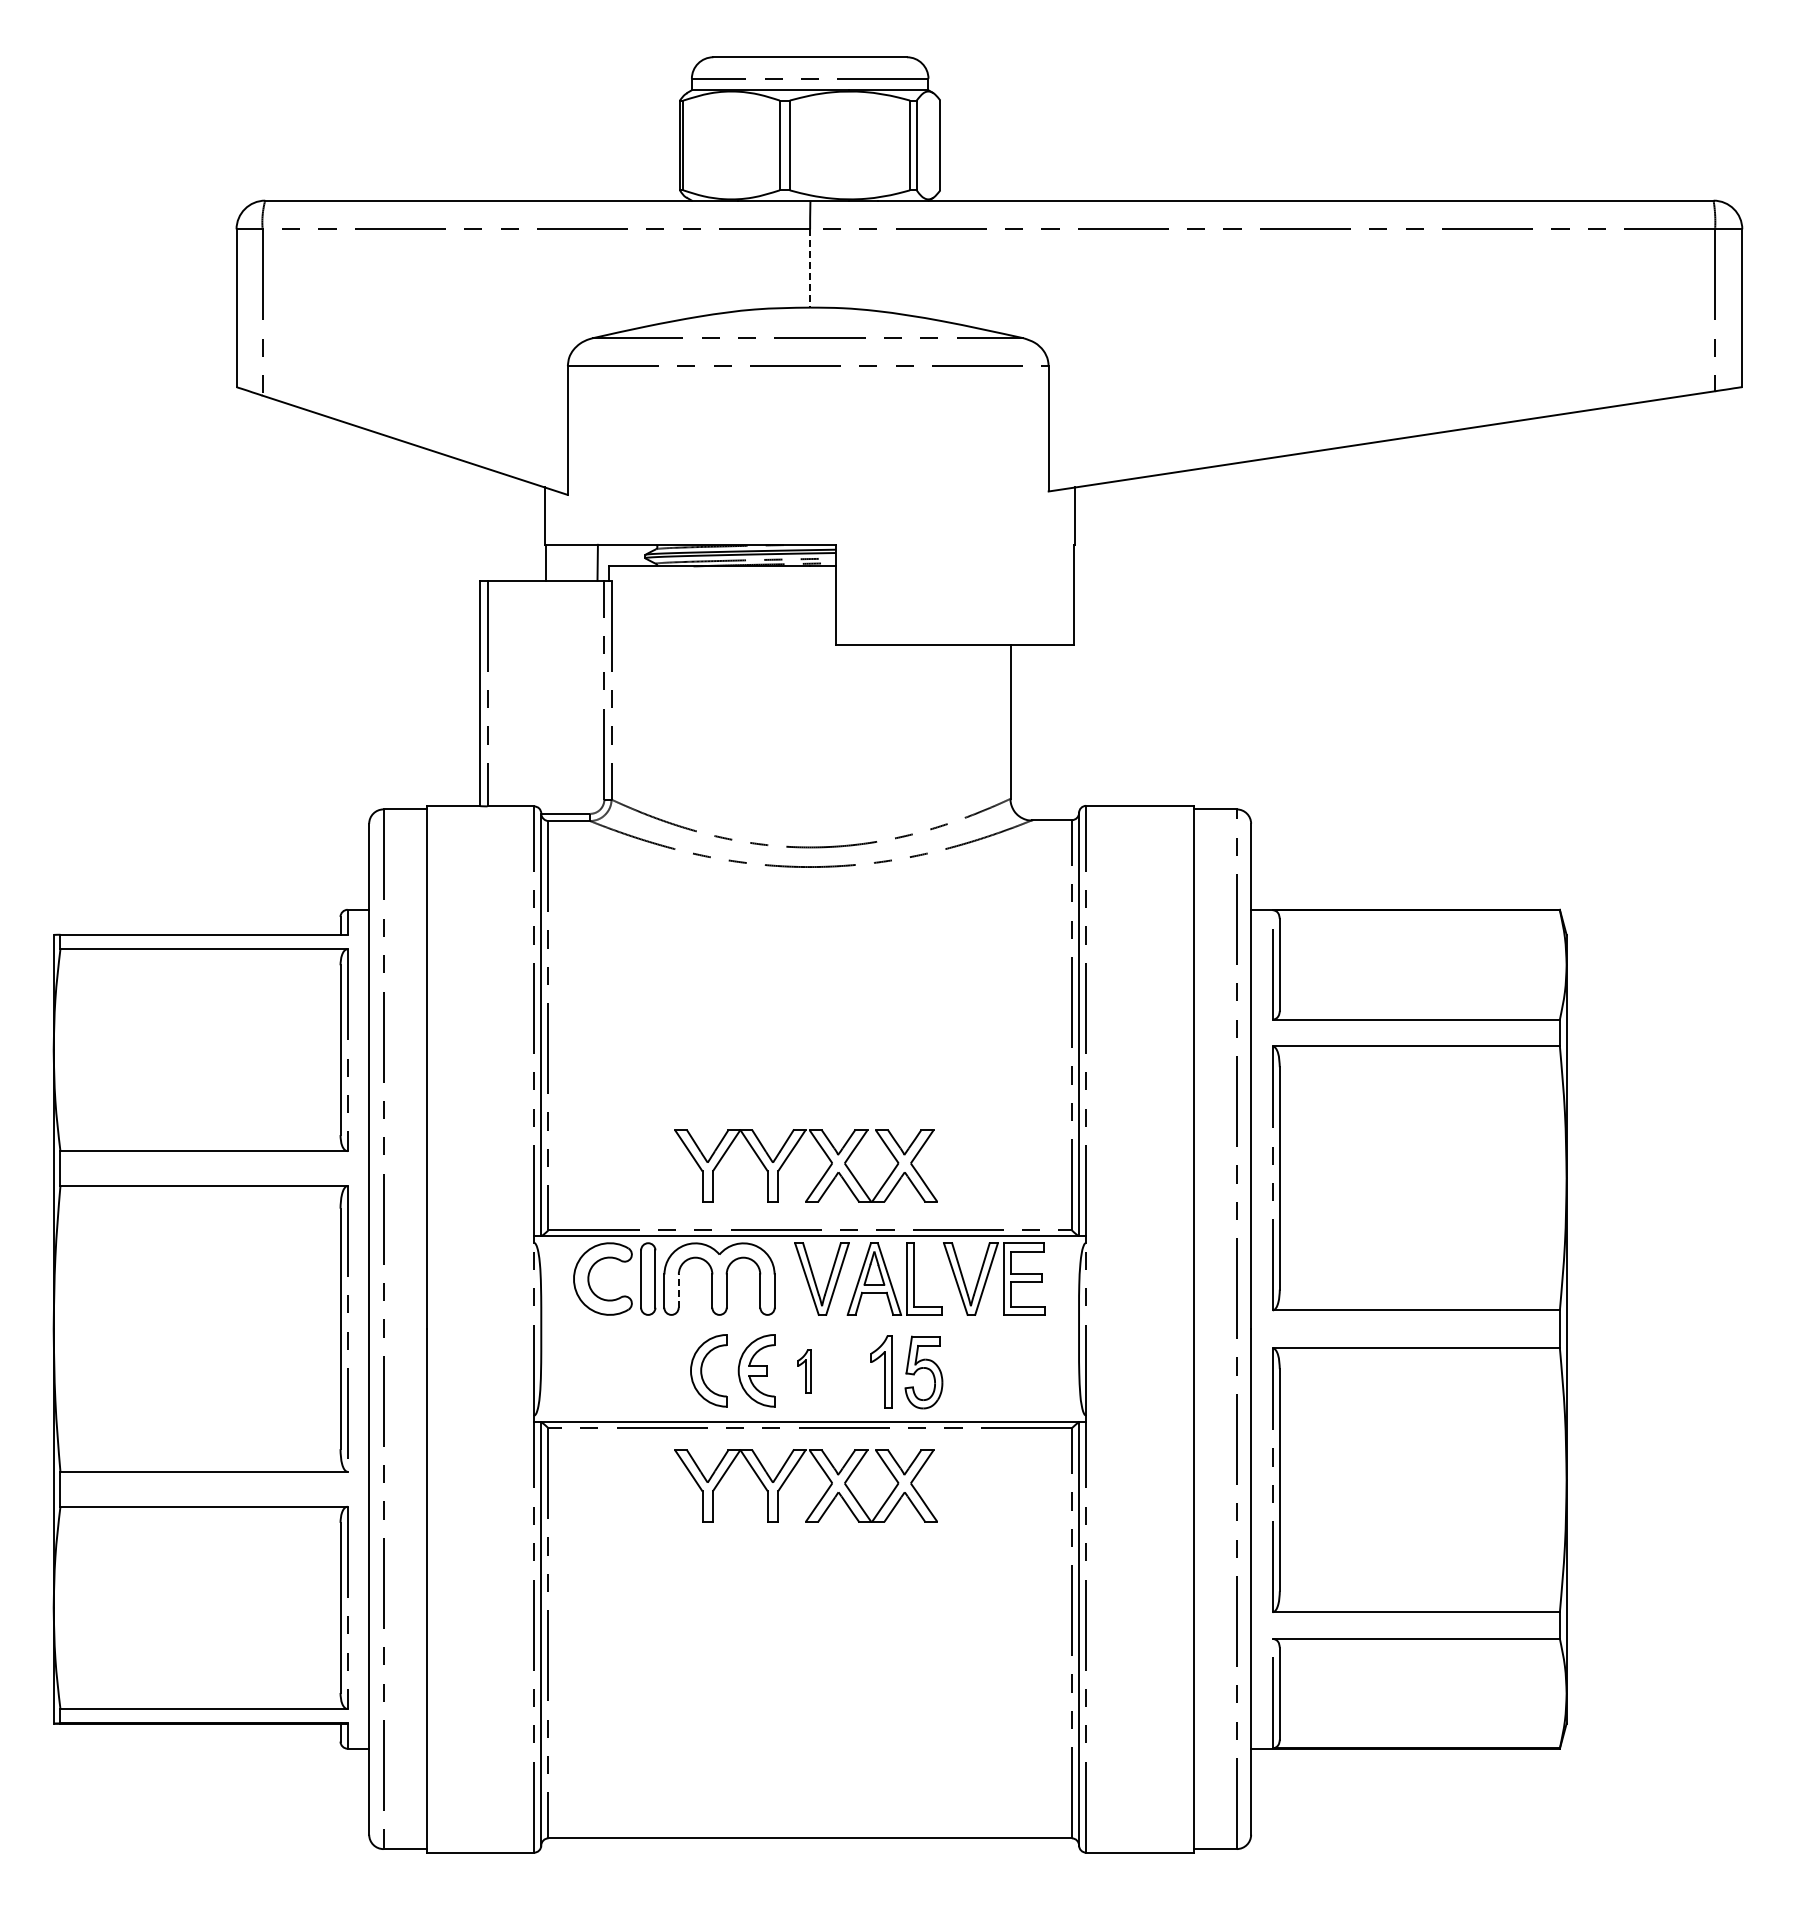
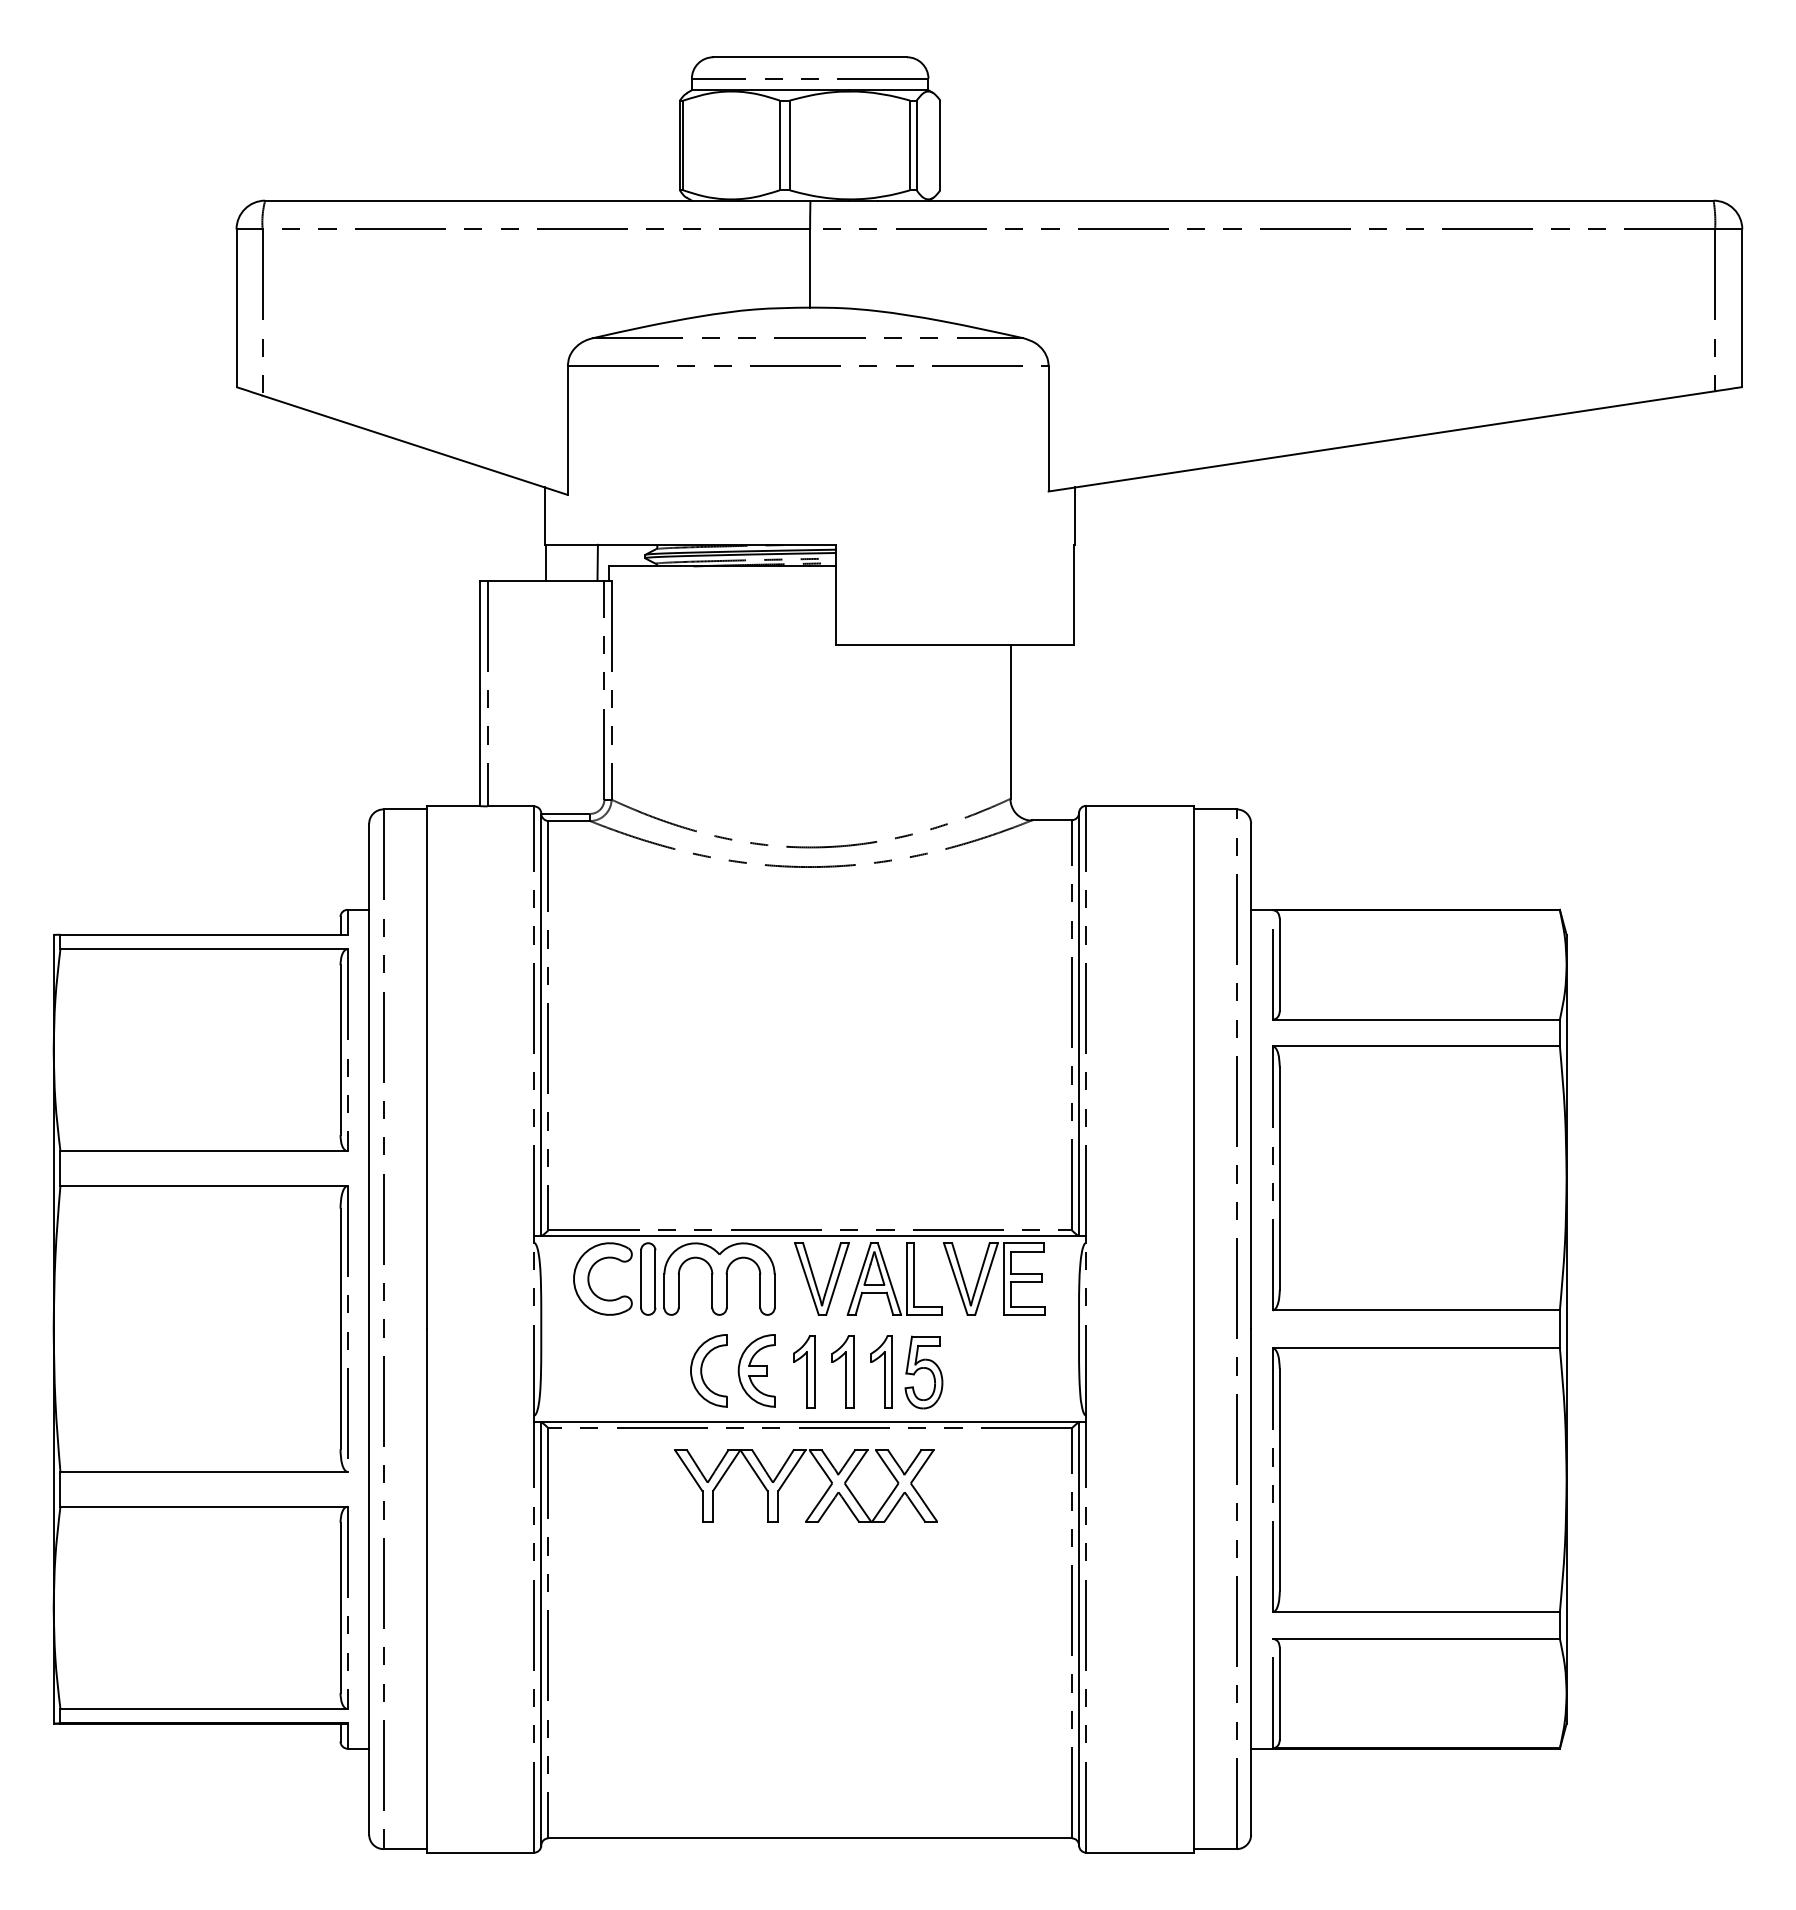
line at (810, 269): dashed -> solid
part at (789, 1156): present -> none
line at (678, 1291): dashed -> solid
part at (804, 1371) size: 15x45 px -> 23x74 px
part at (842, 1371): none -> present
